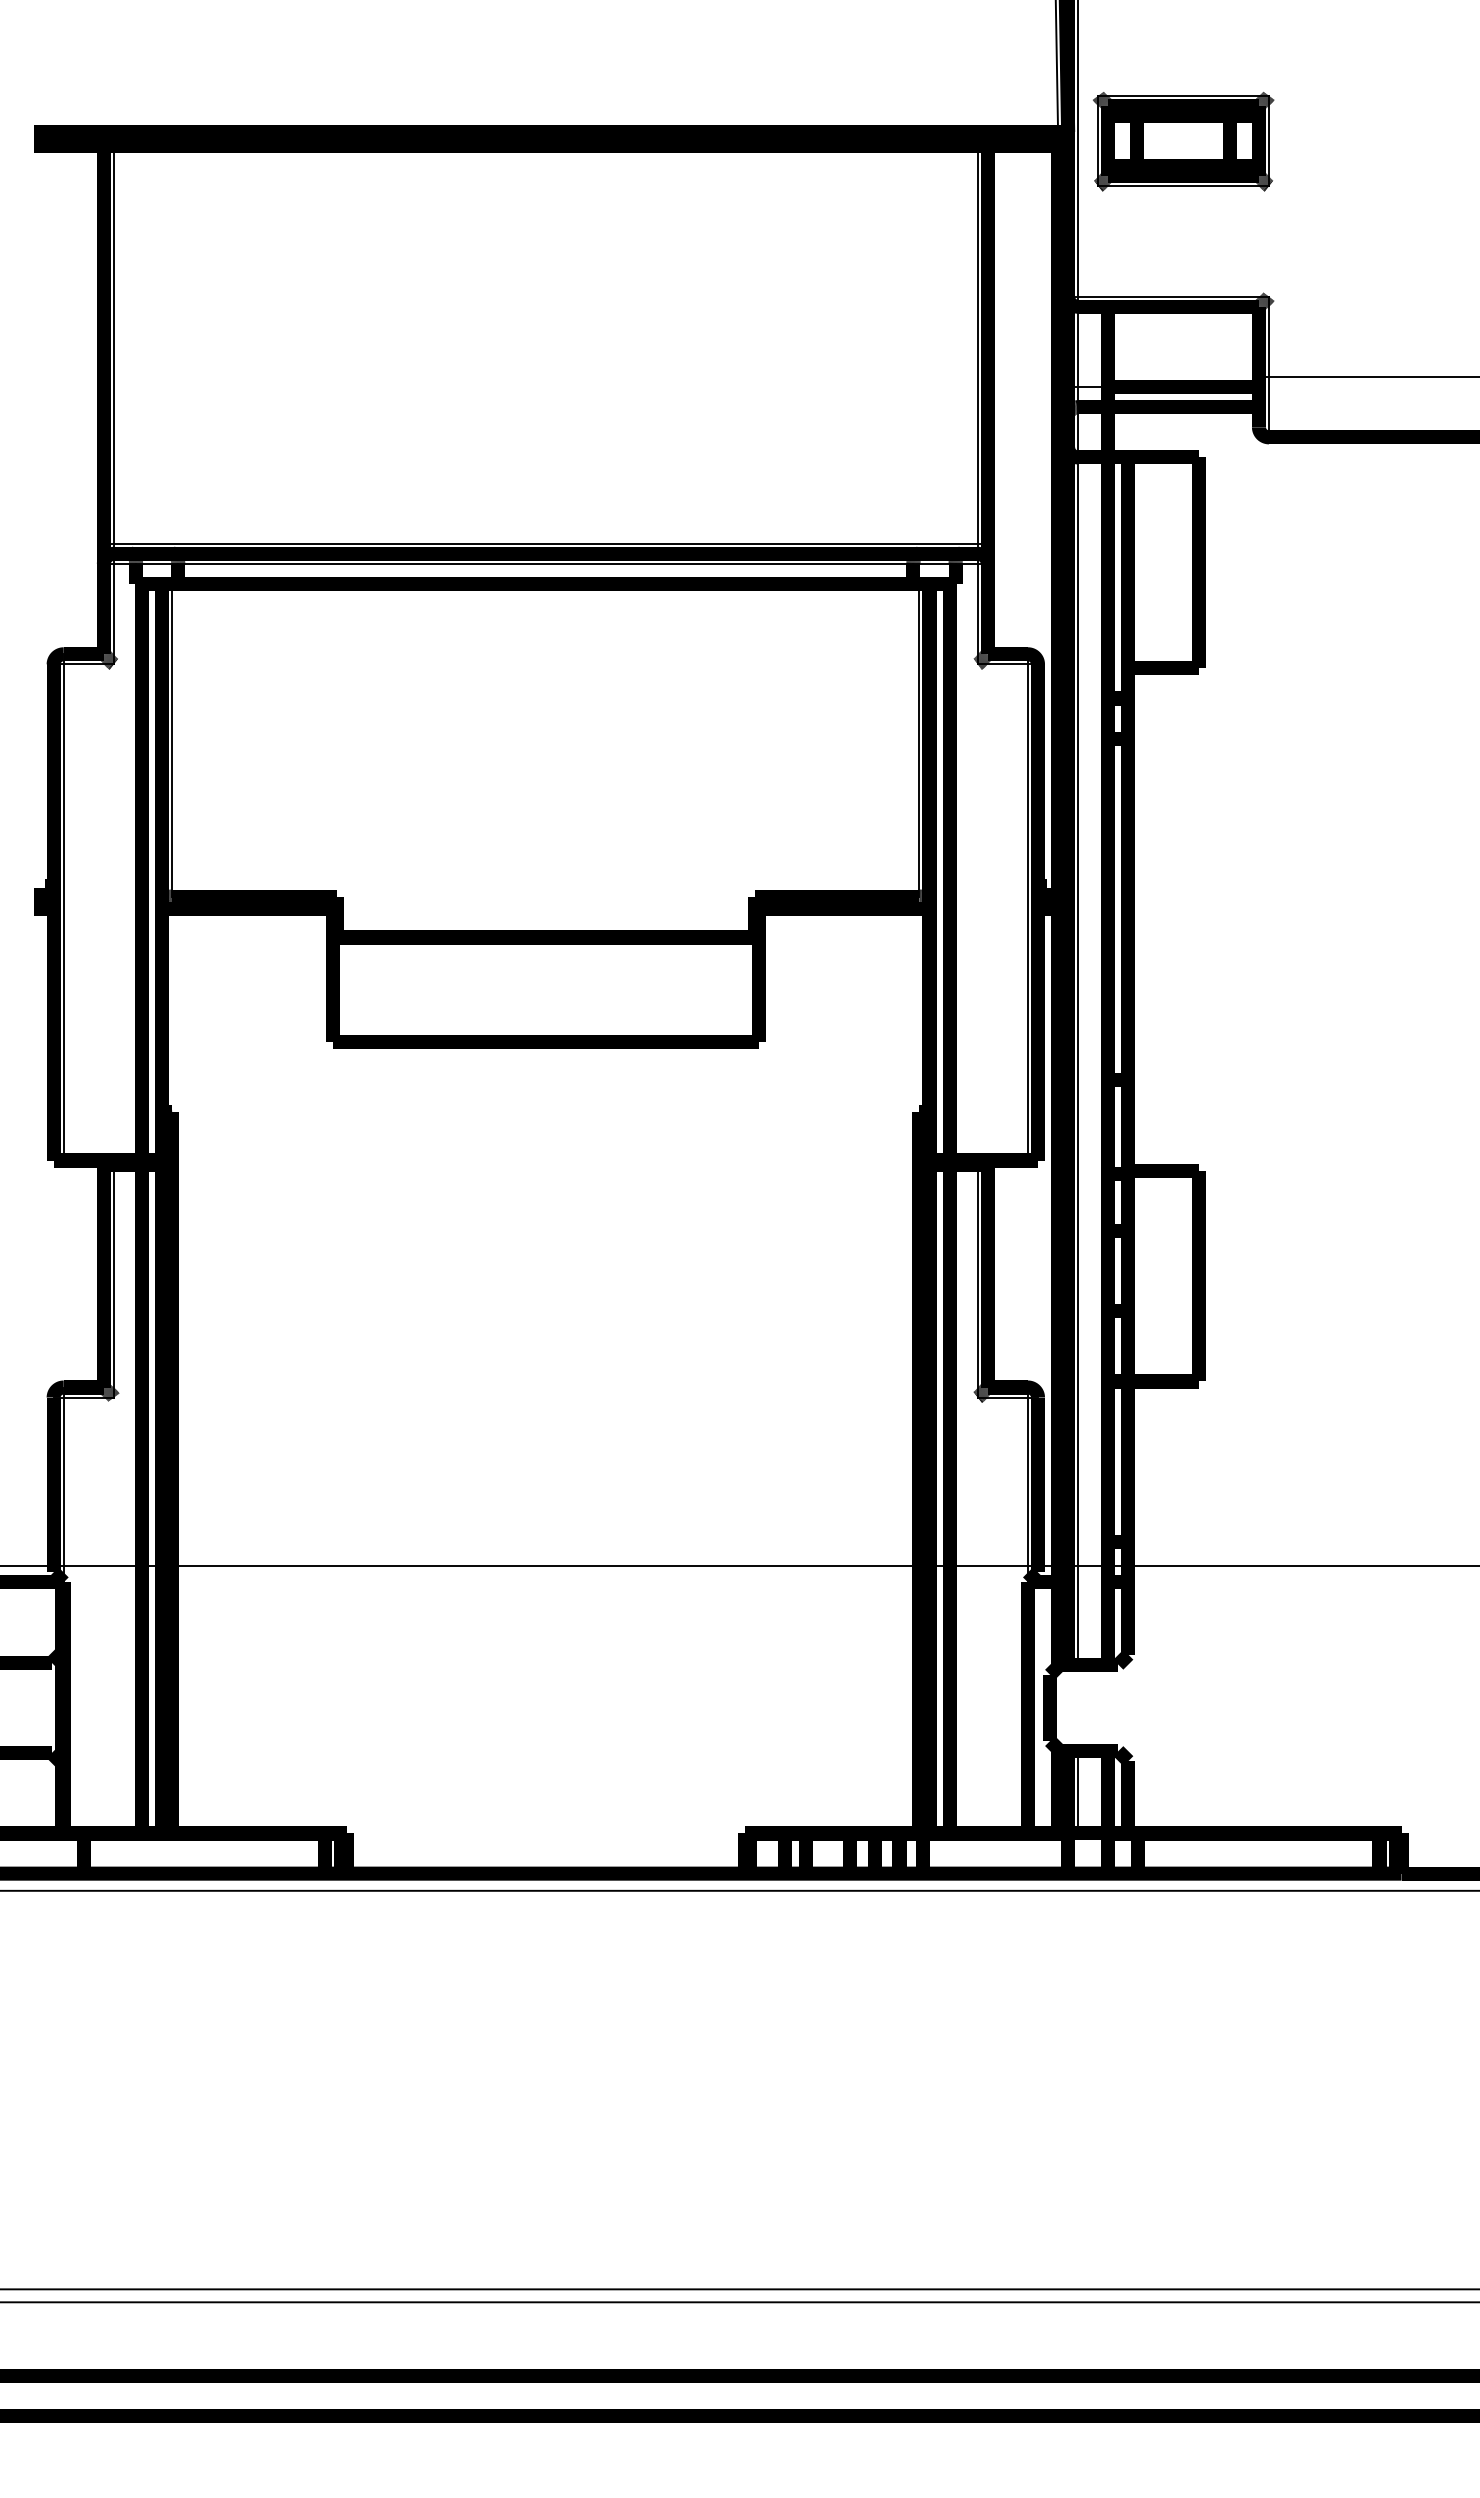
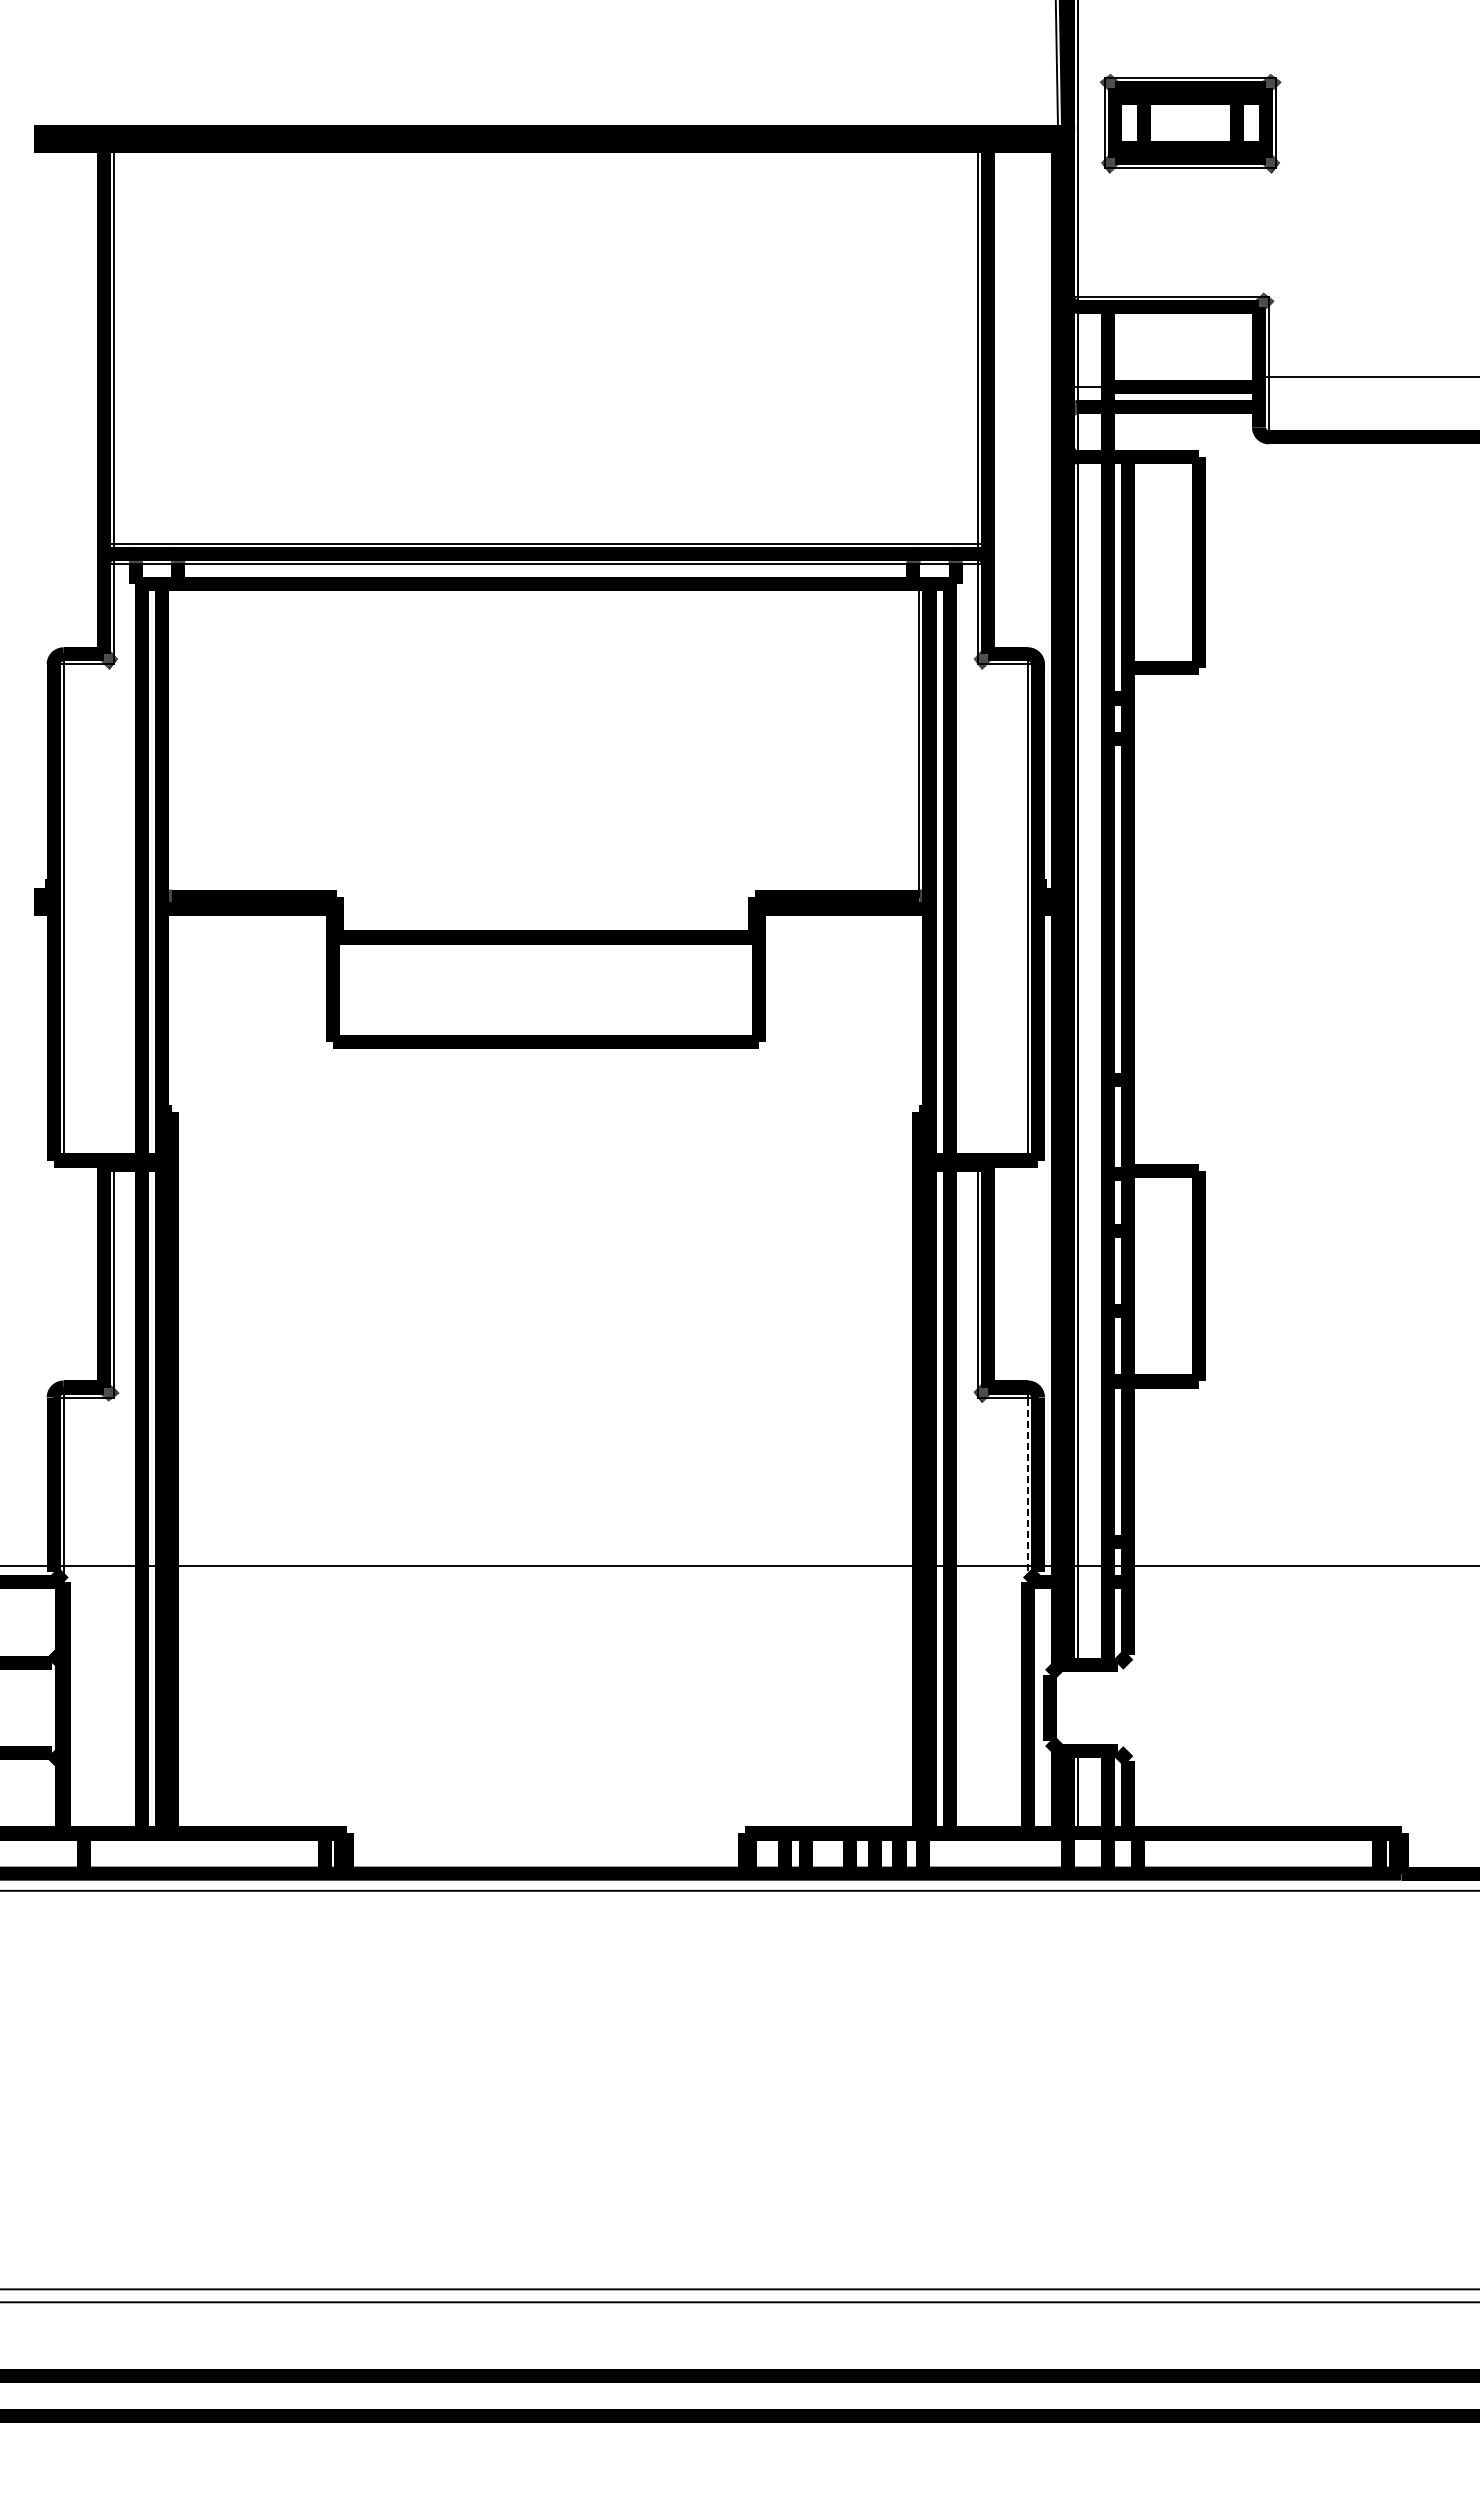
part at (1183, 141) position: (1183, 141) -> (1190, 123)
line at (172, 740): present -> none
line at (1027, 1489): solid -> dashed
